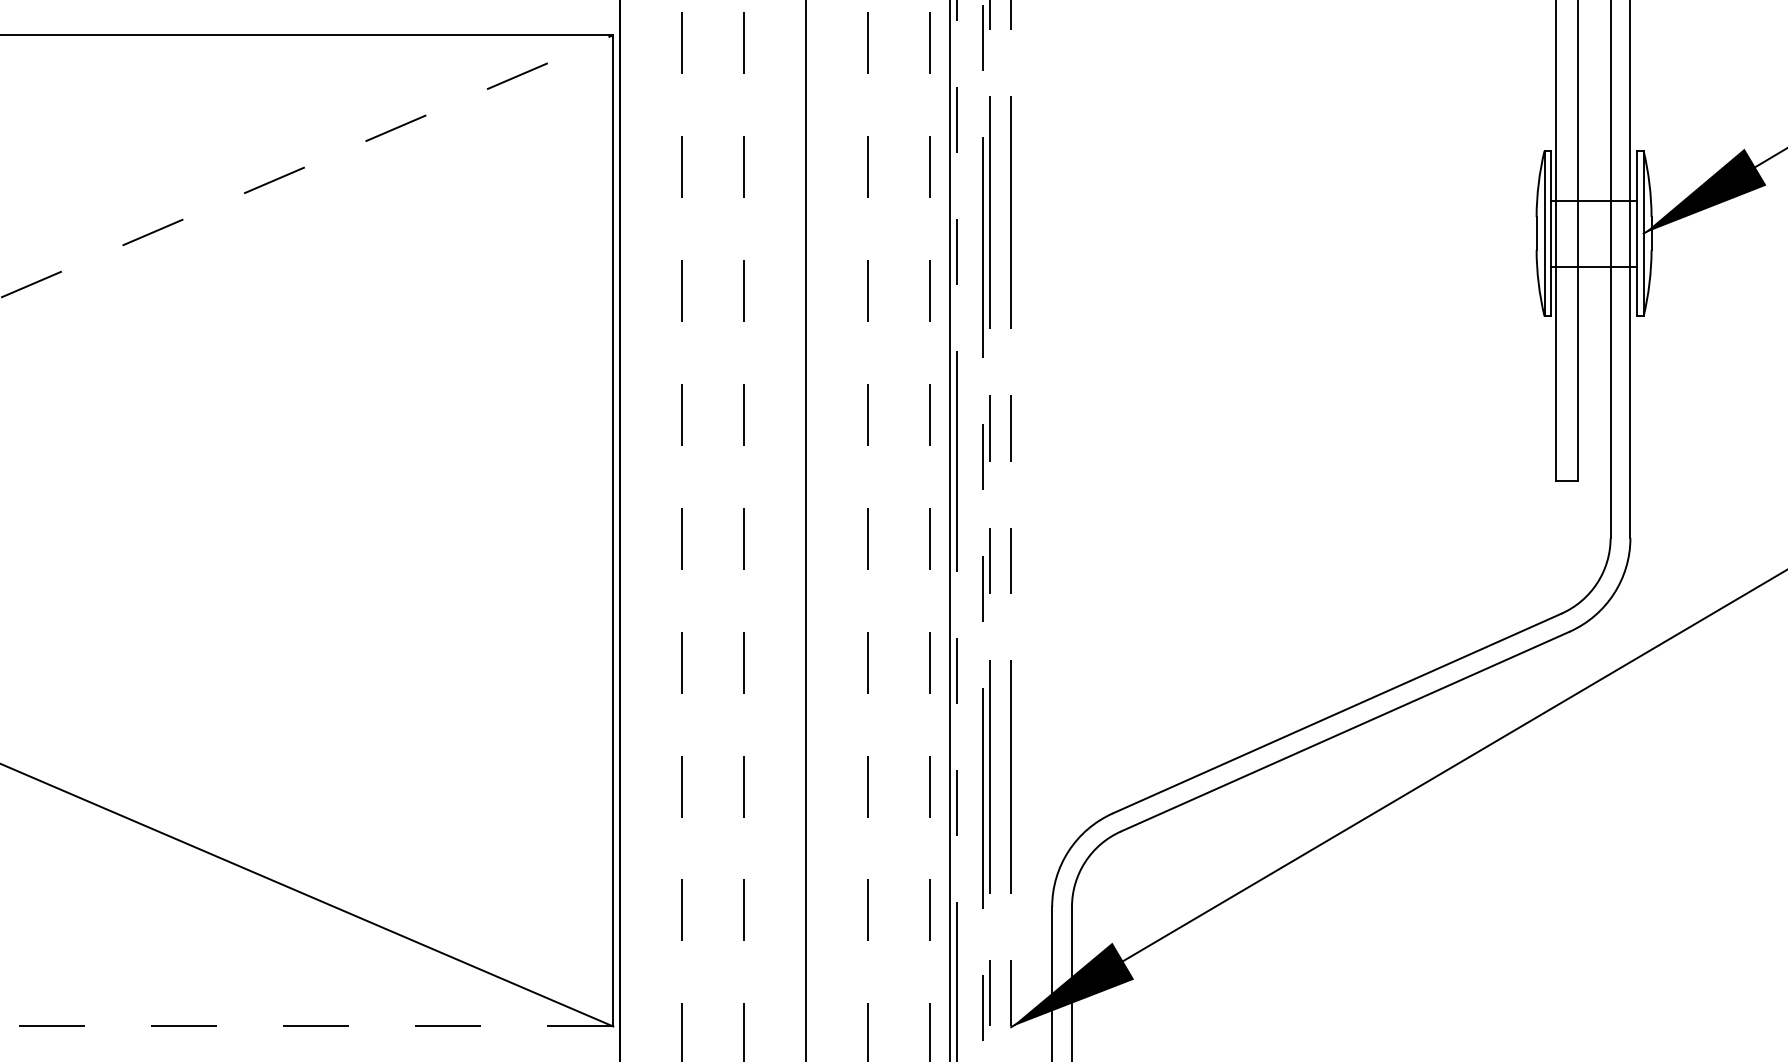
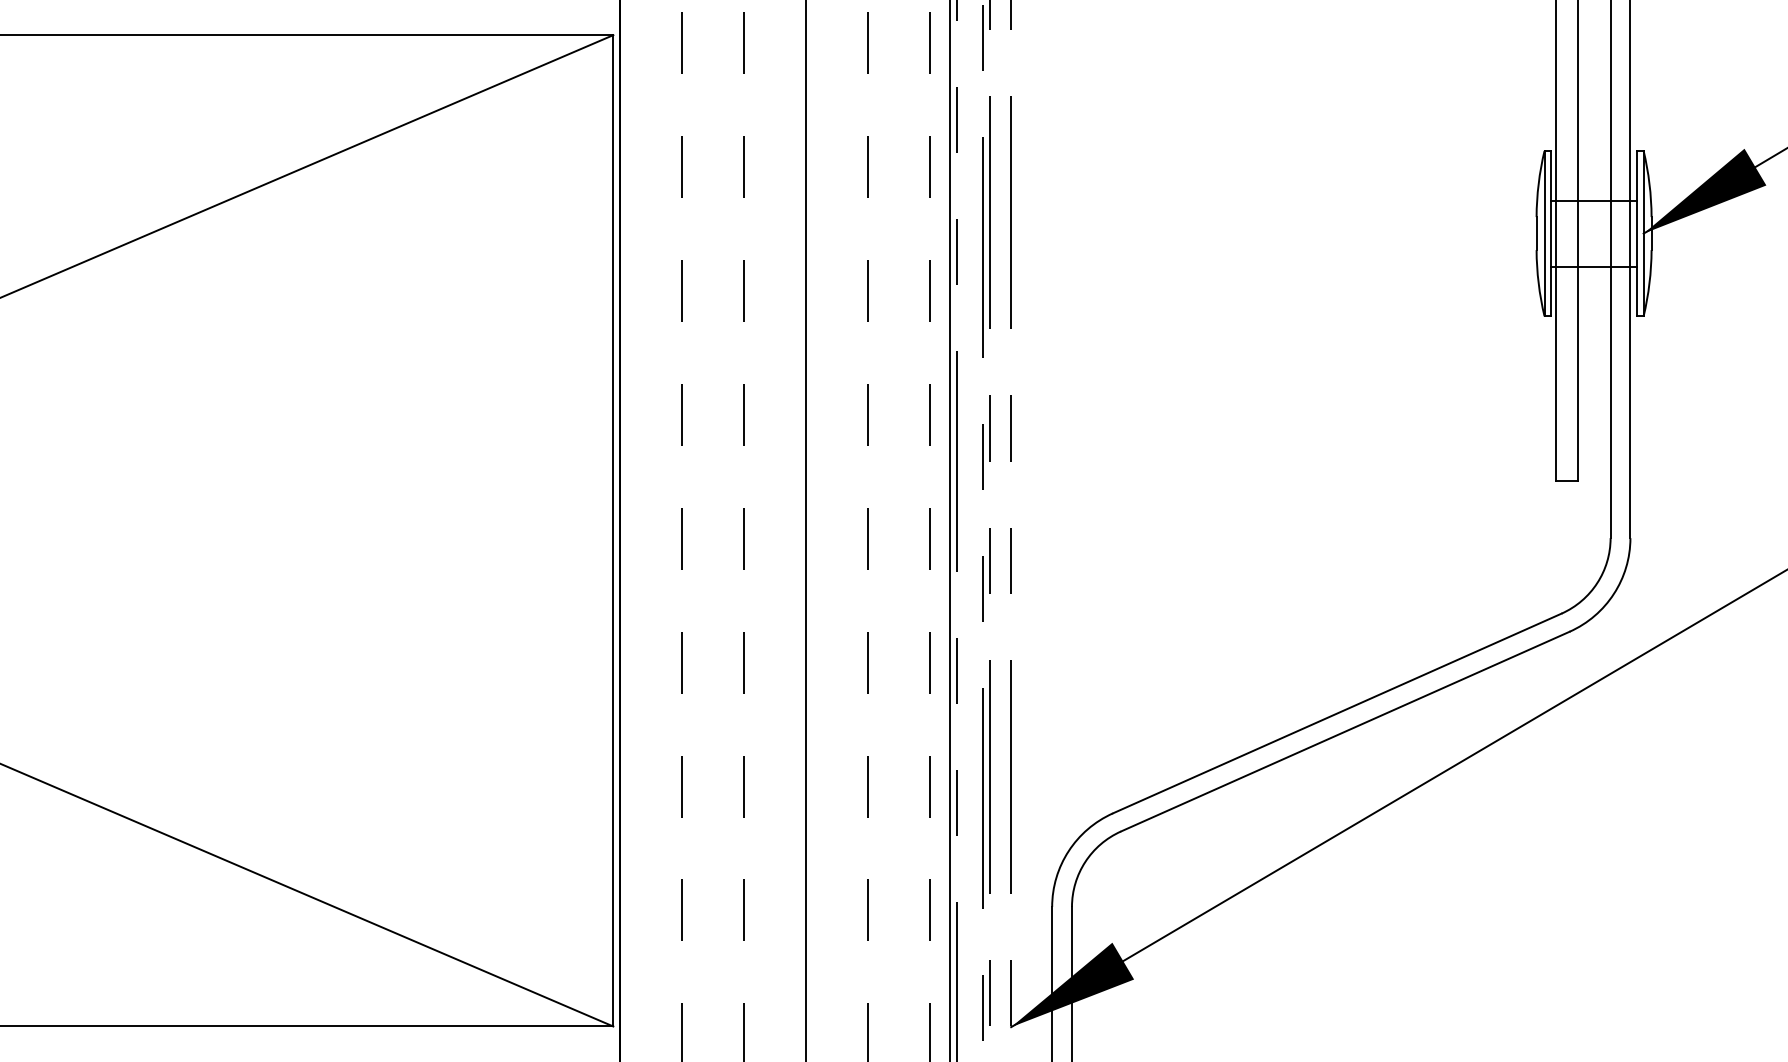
line at (307, 166): dashed -> solid
line at (306, 1026): dashed -> solid
